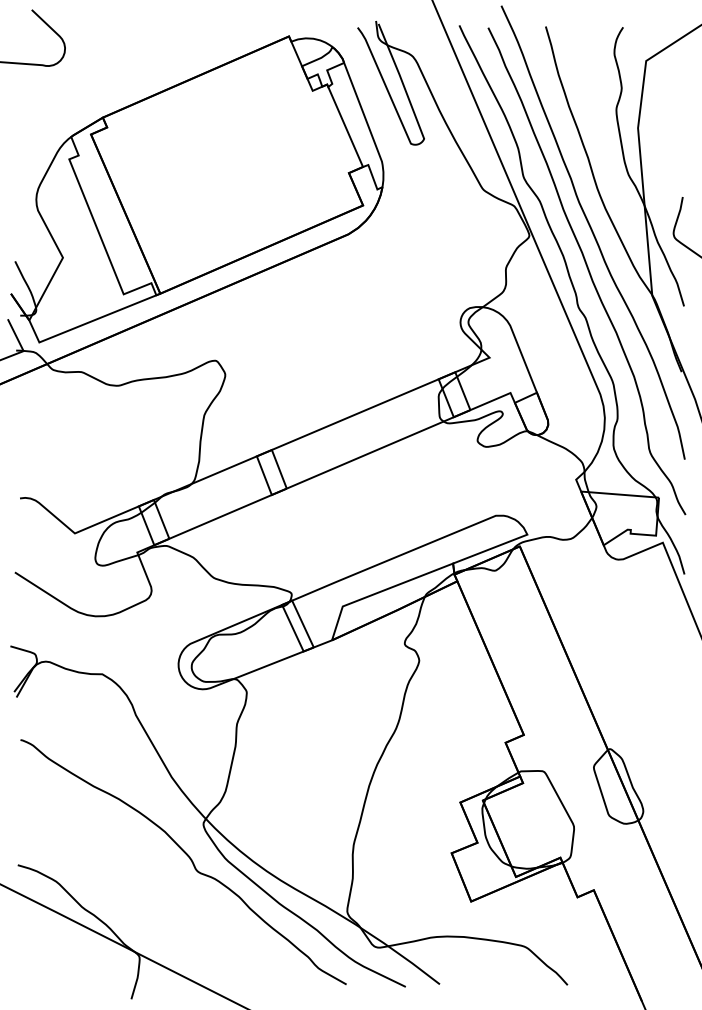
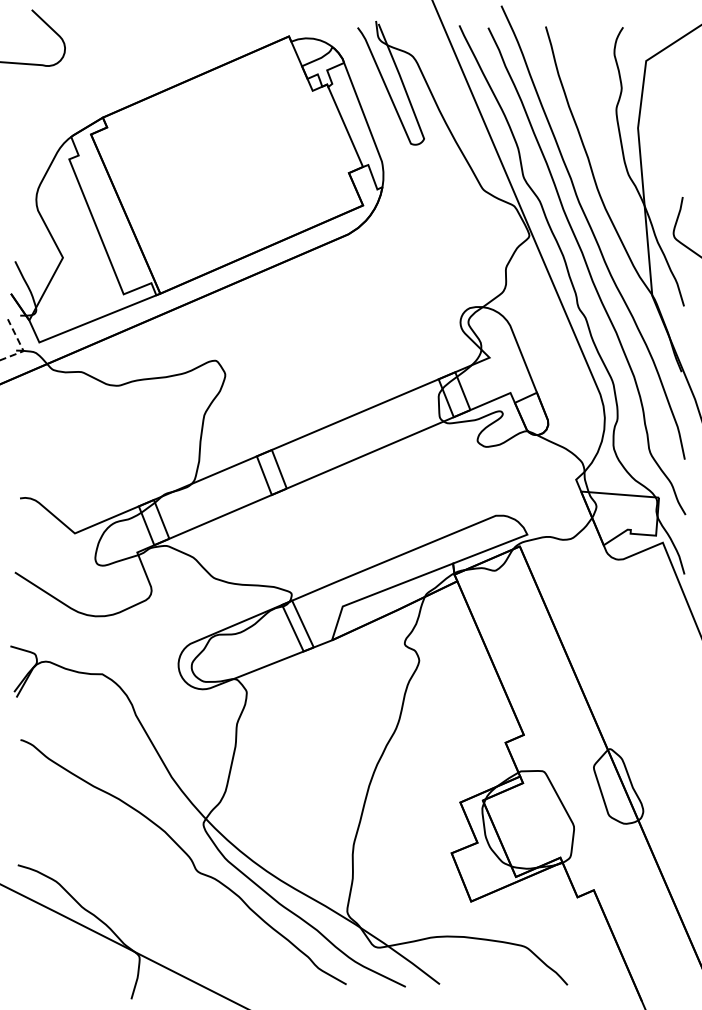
line at (21, 346): solid -> dashed
